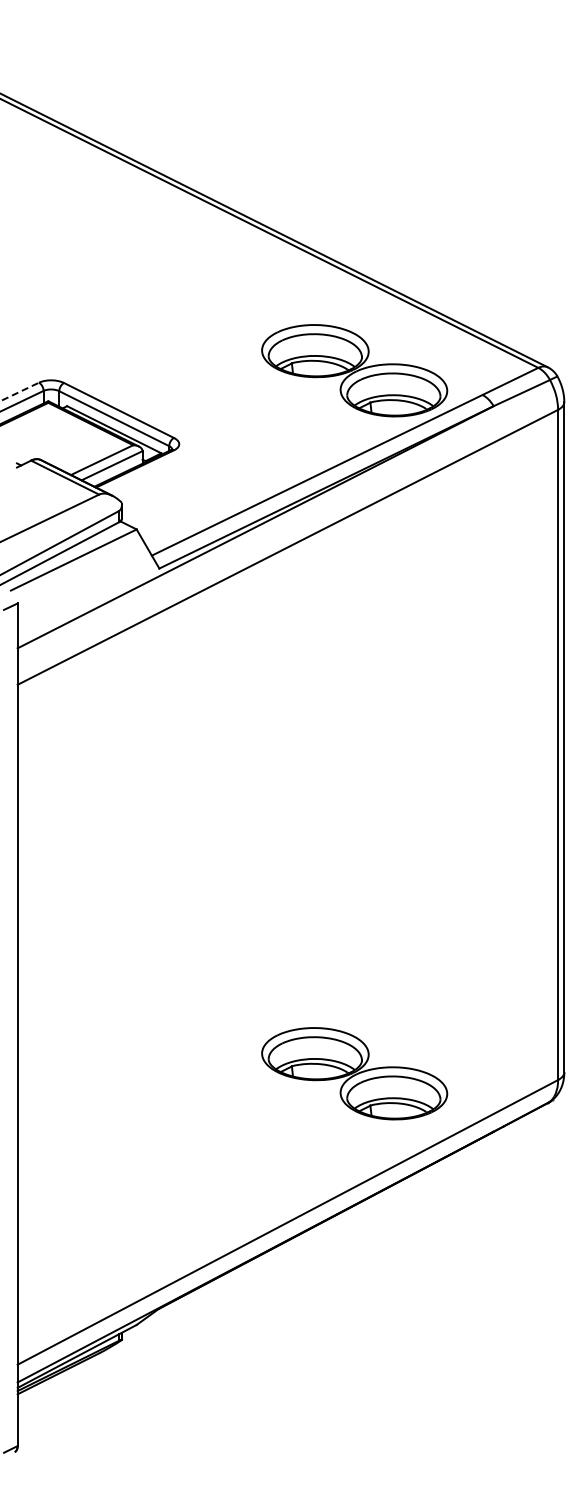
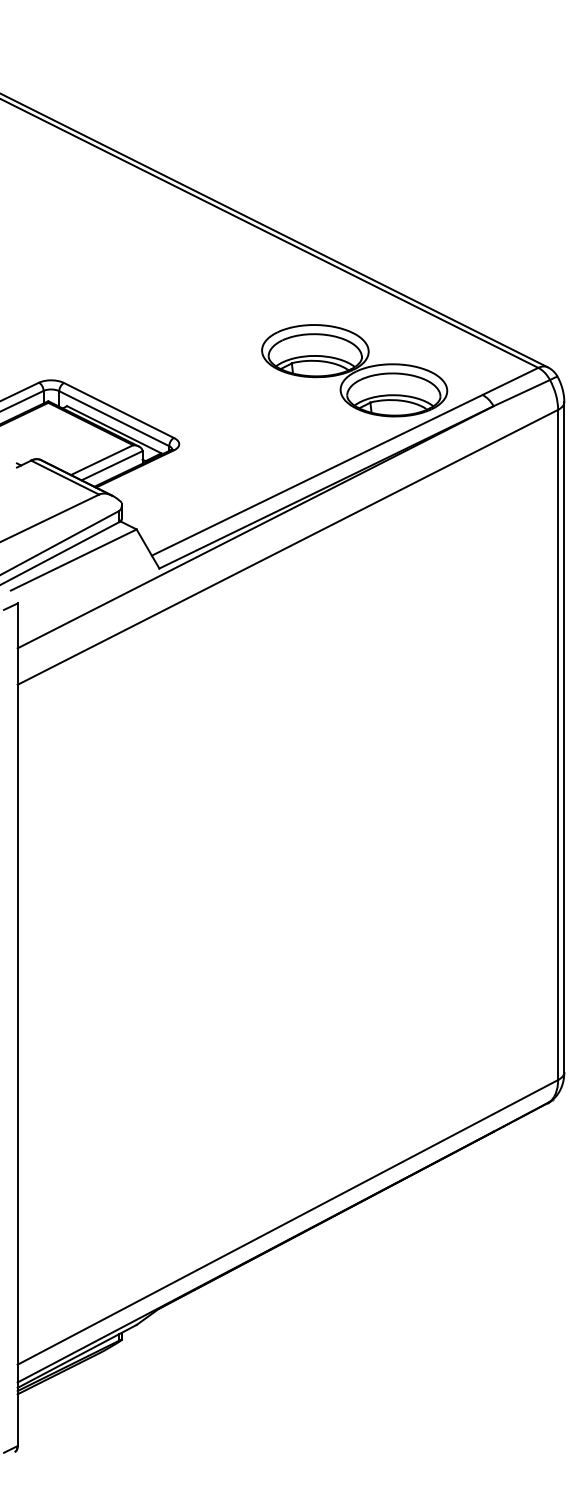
line at (20, 391): dashed -> solid
part at (354, 1073): present -> none
